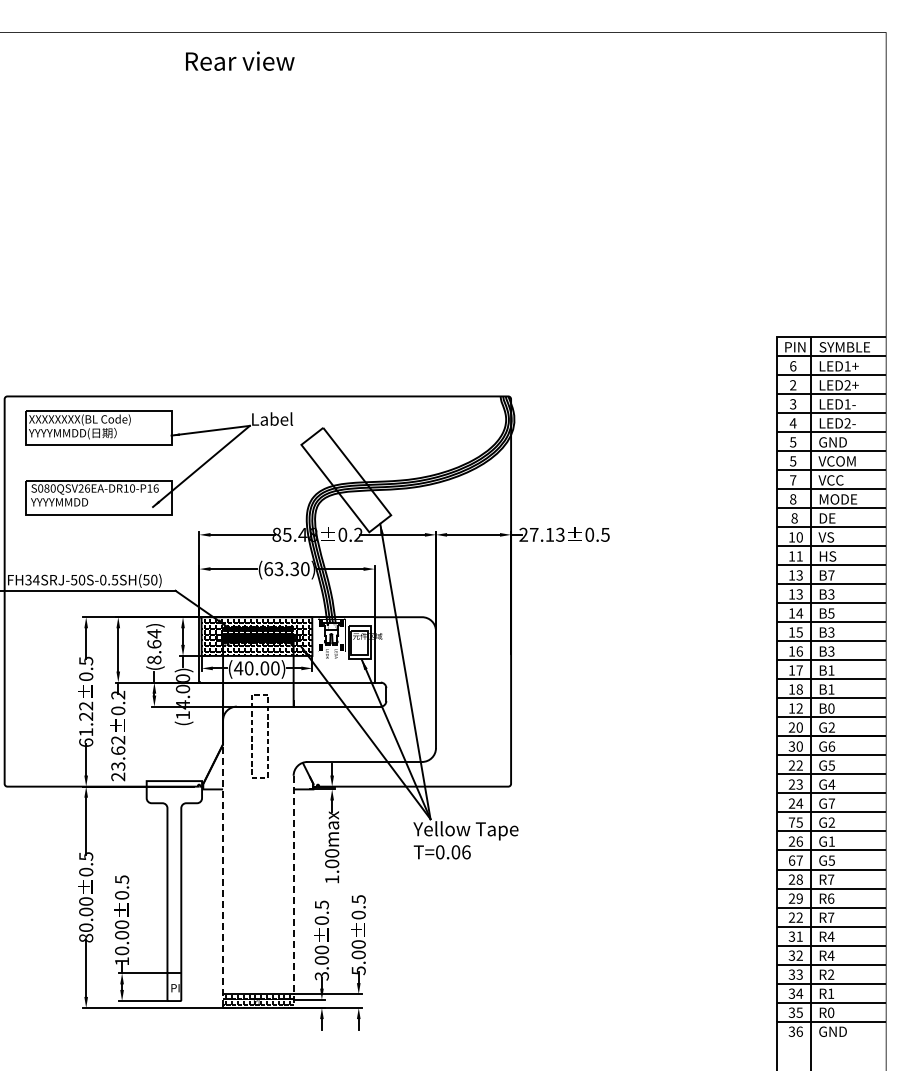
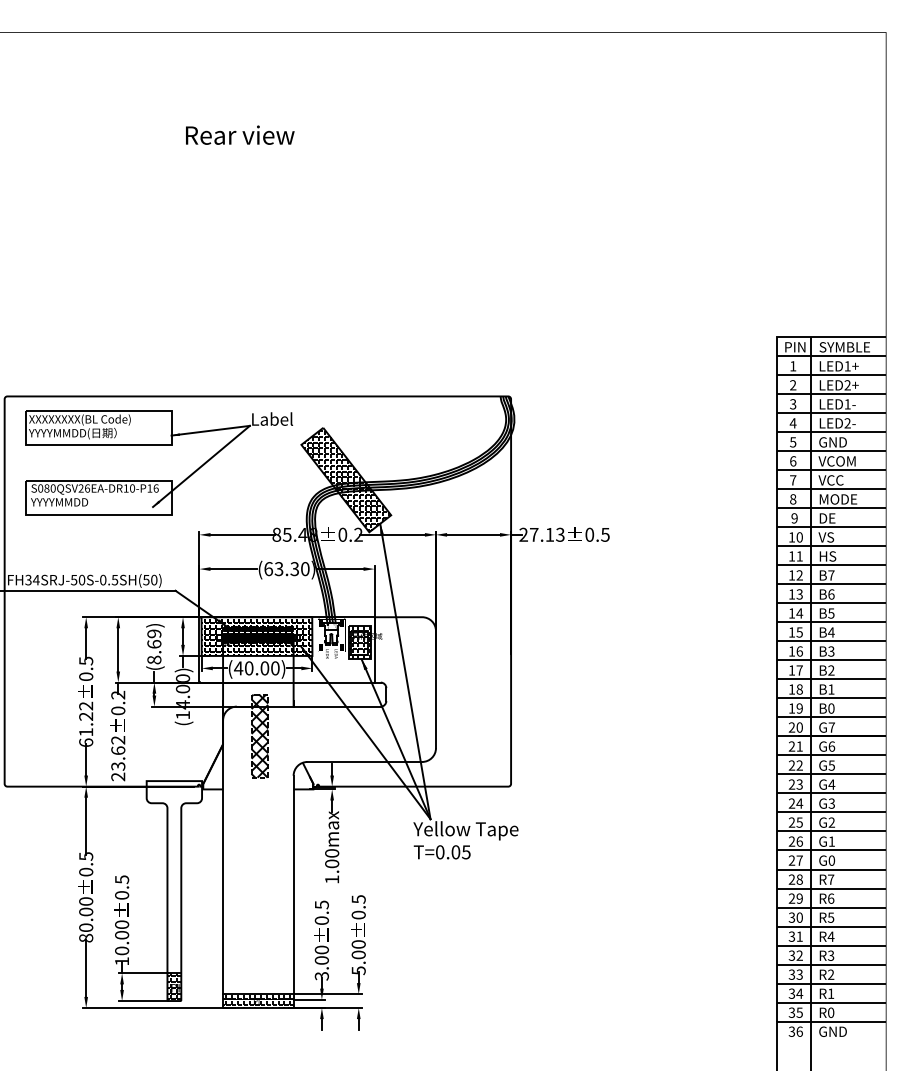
text at (240, 60) position: (240, 60) -> (240, 134)
text at (793, 366): 6 -> 1
text at (793, 461): 5 -> 6
hatch at (344, 480): none -> present
text at (794, 518): 8 -> 9
text at (799, 575): 13 -> 12
text at (831, 594): B3 -> B6
text at (830, 632): B3 -> B4
text at (154, 633): (8.64) -> (8.69)
hatch at (359, 642): none -> present
text at (831, 670): B1 -> B2
text at (799, 708): 12 -> 19
text at (831, 727): G2 -> G7
hatch at (259, 735): none -> present
text at (795, 746): 30 -> 21
text at (831, 803): G7 -> G3
text at (791, 822): 75 -> 25
text at (466, 852): T=0.06 -> T=0.05
text at (791, 860): 67 -> 27
text at (831, 860): G5 -> G0
line at (223, 863): dashed -> solid
line at (293, 891): dashed -> solid
text at (795, 917): 22 -> 30
text at (830, 917): R7 -> R5
text at (830, 955): R4 -> R3
hatch at (174, 987): none -> present
